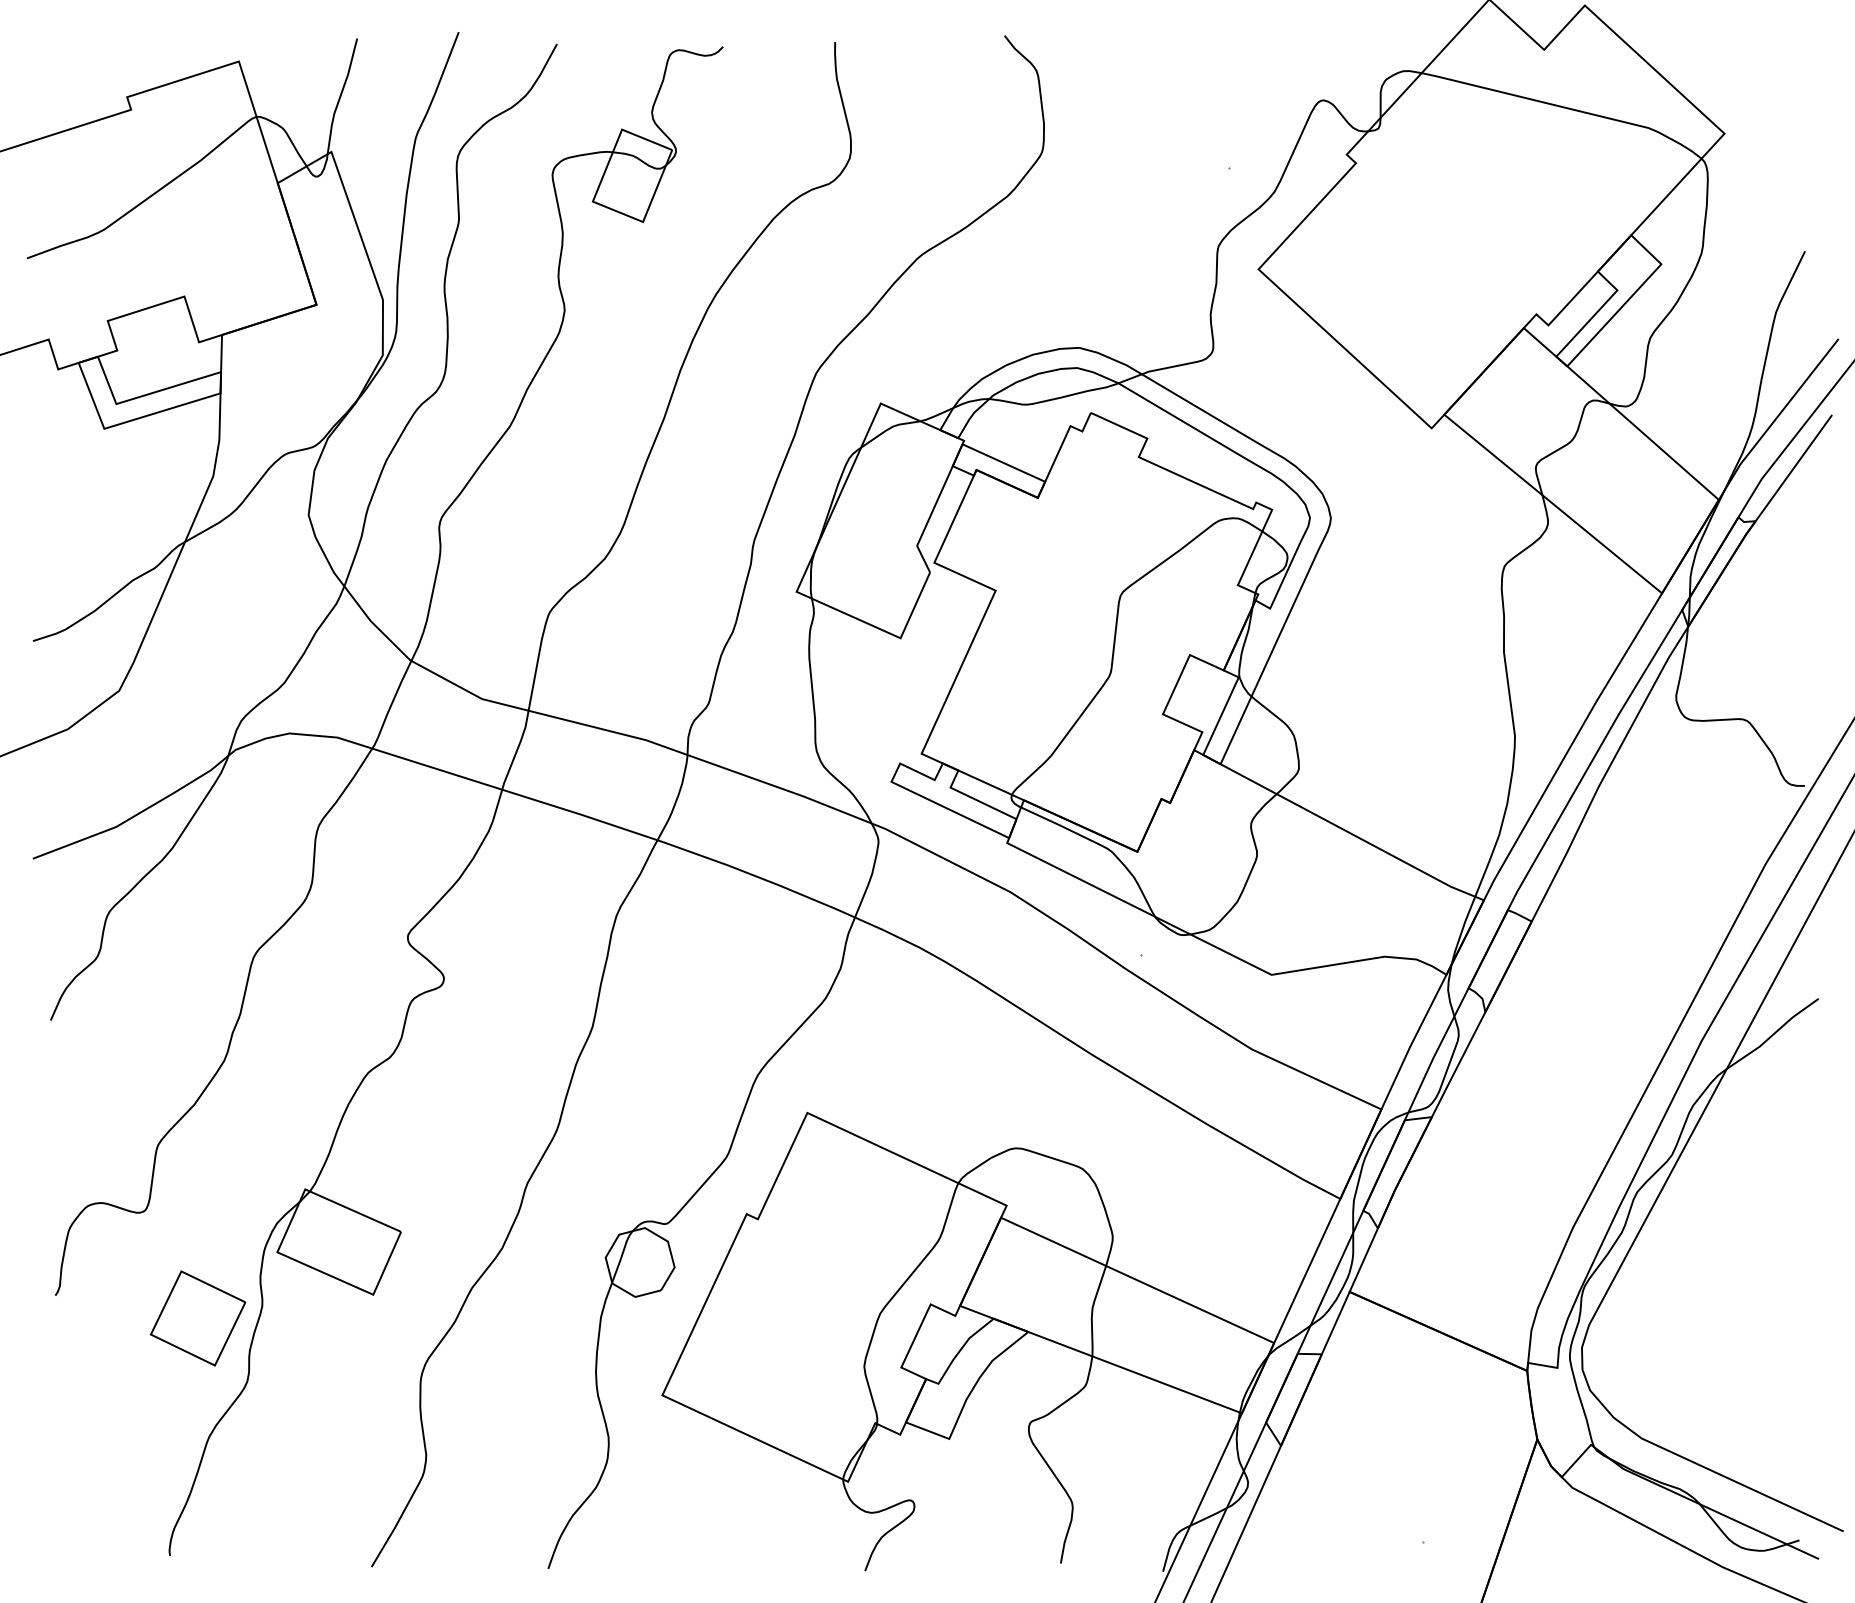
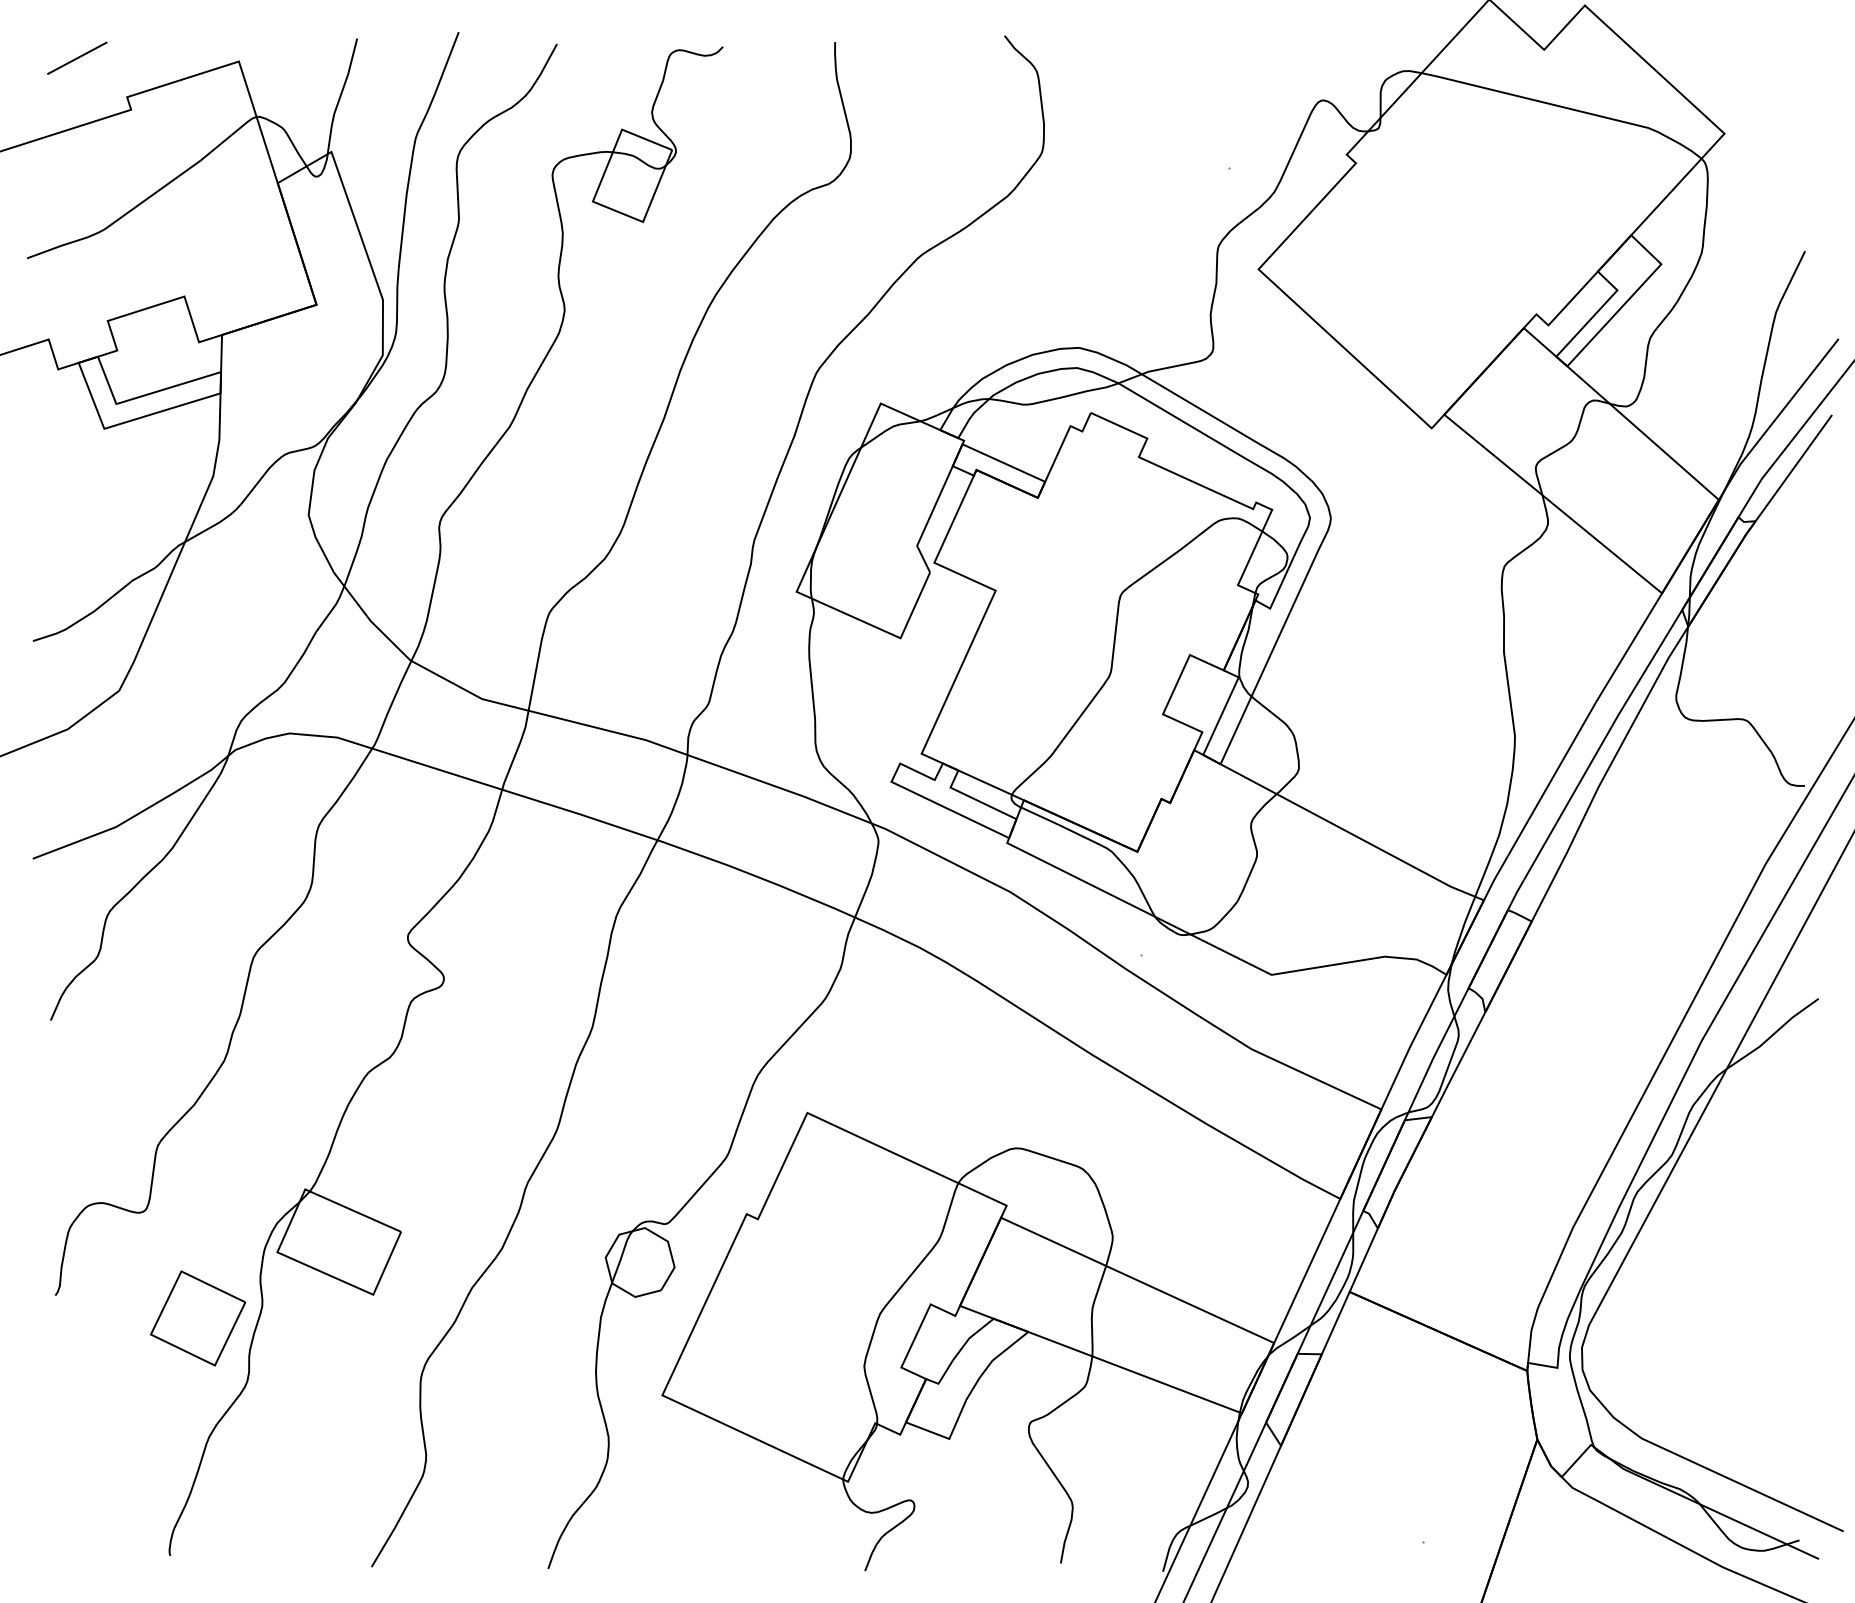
line at (77, 57): none -> present
